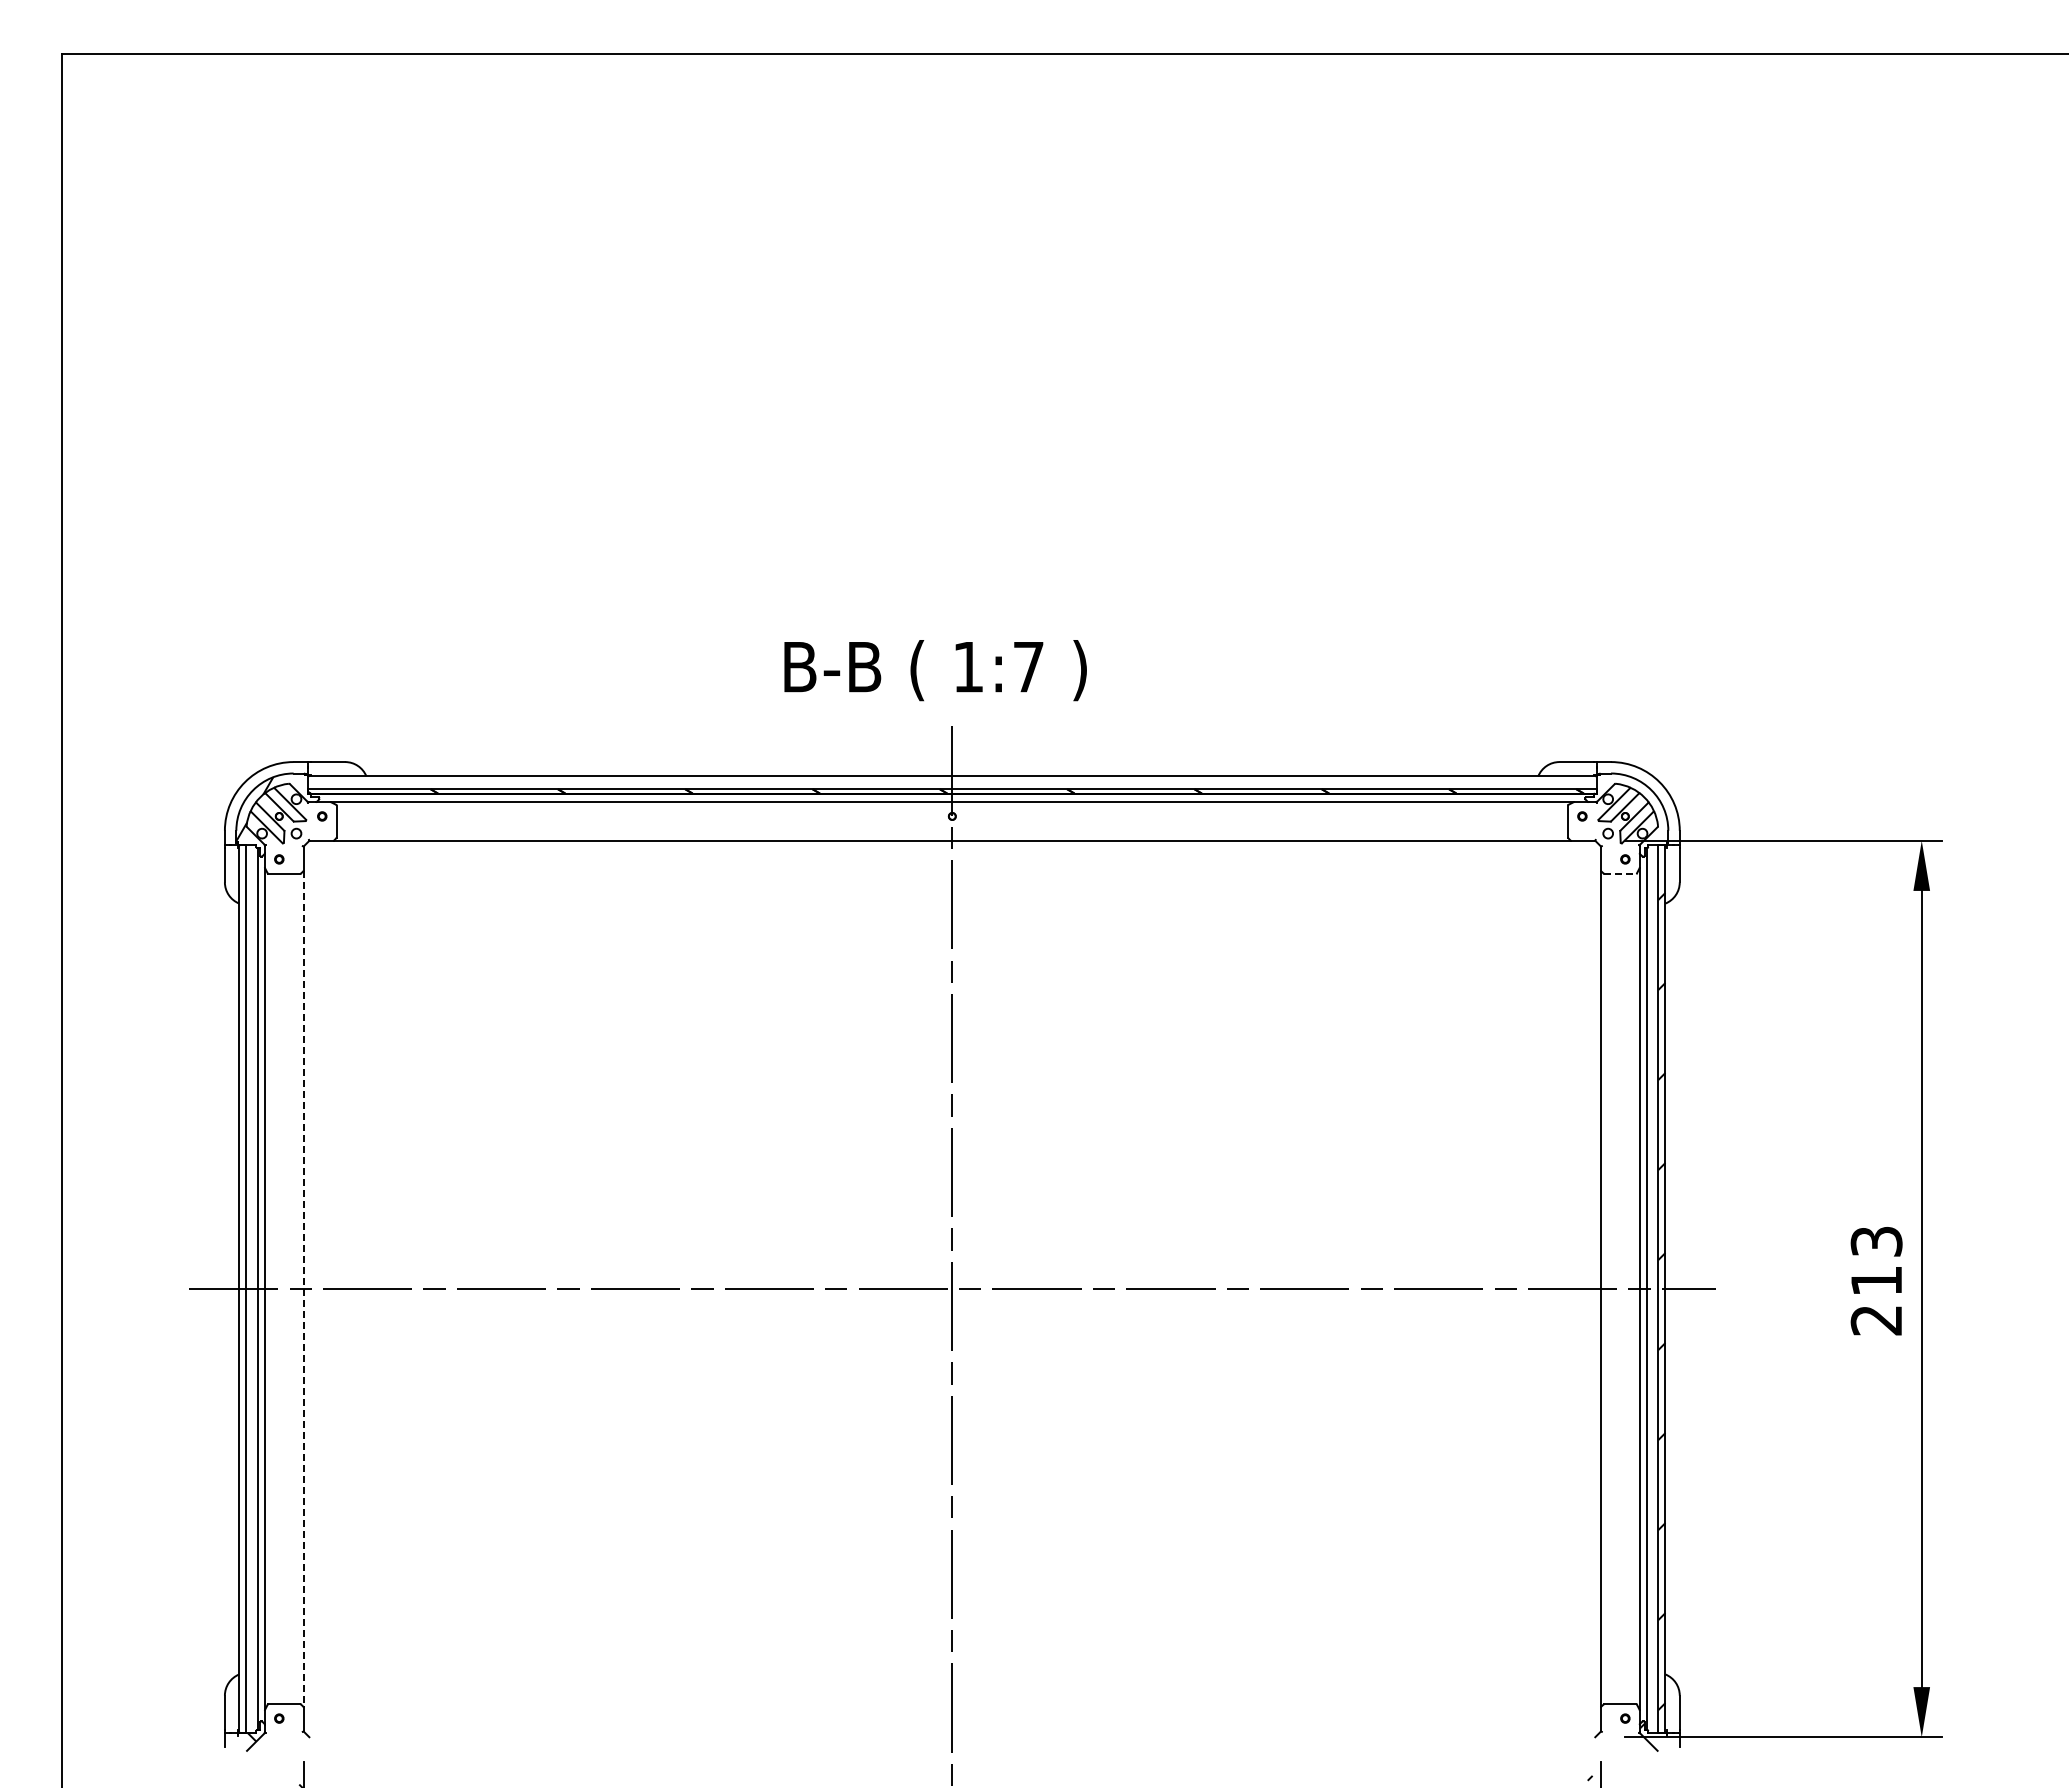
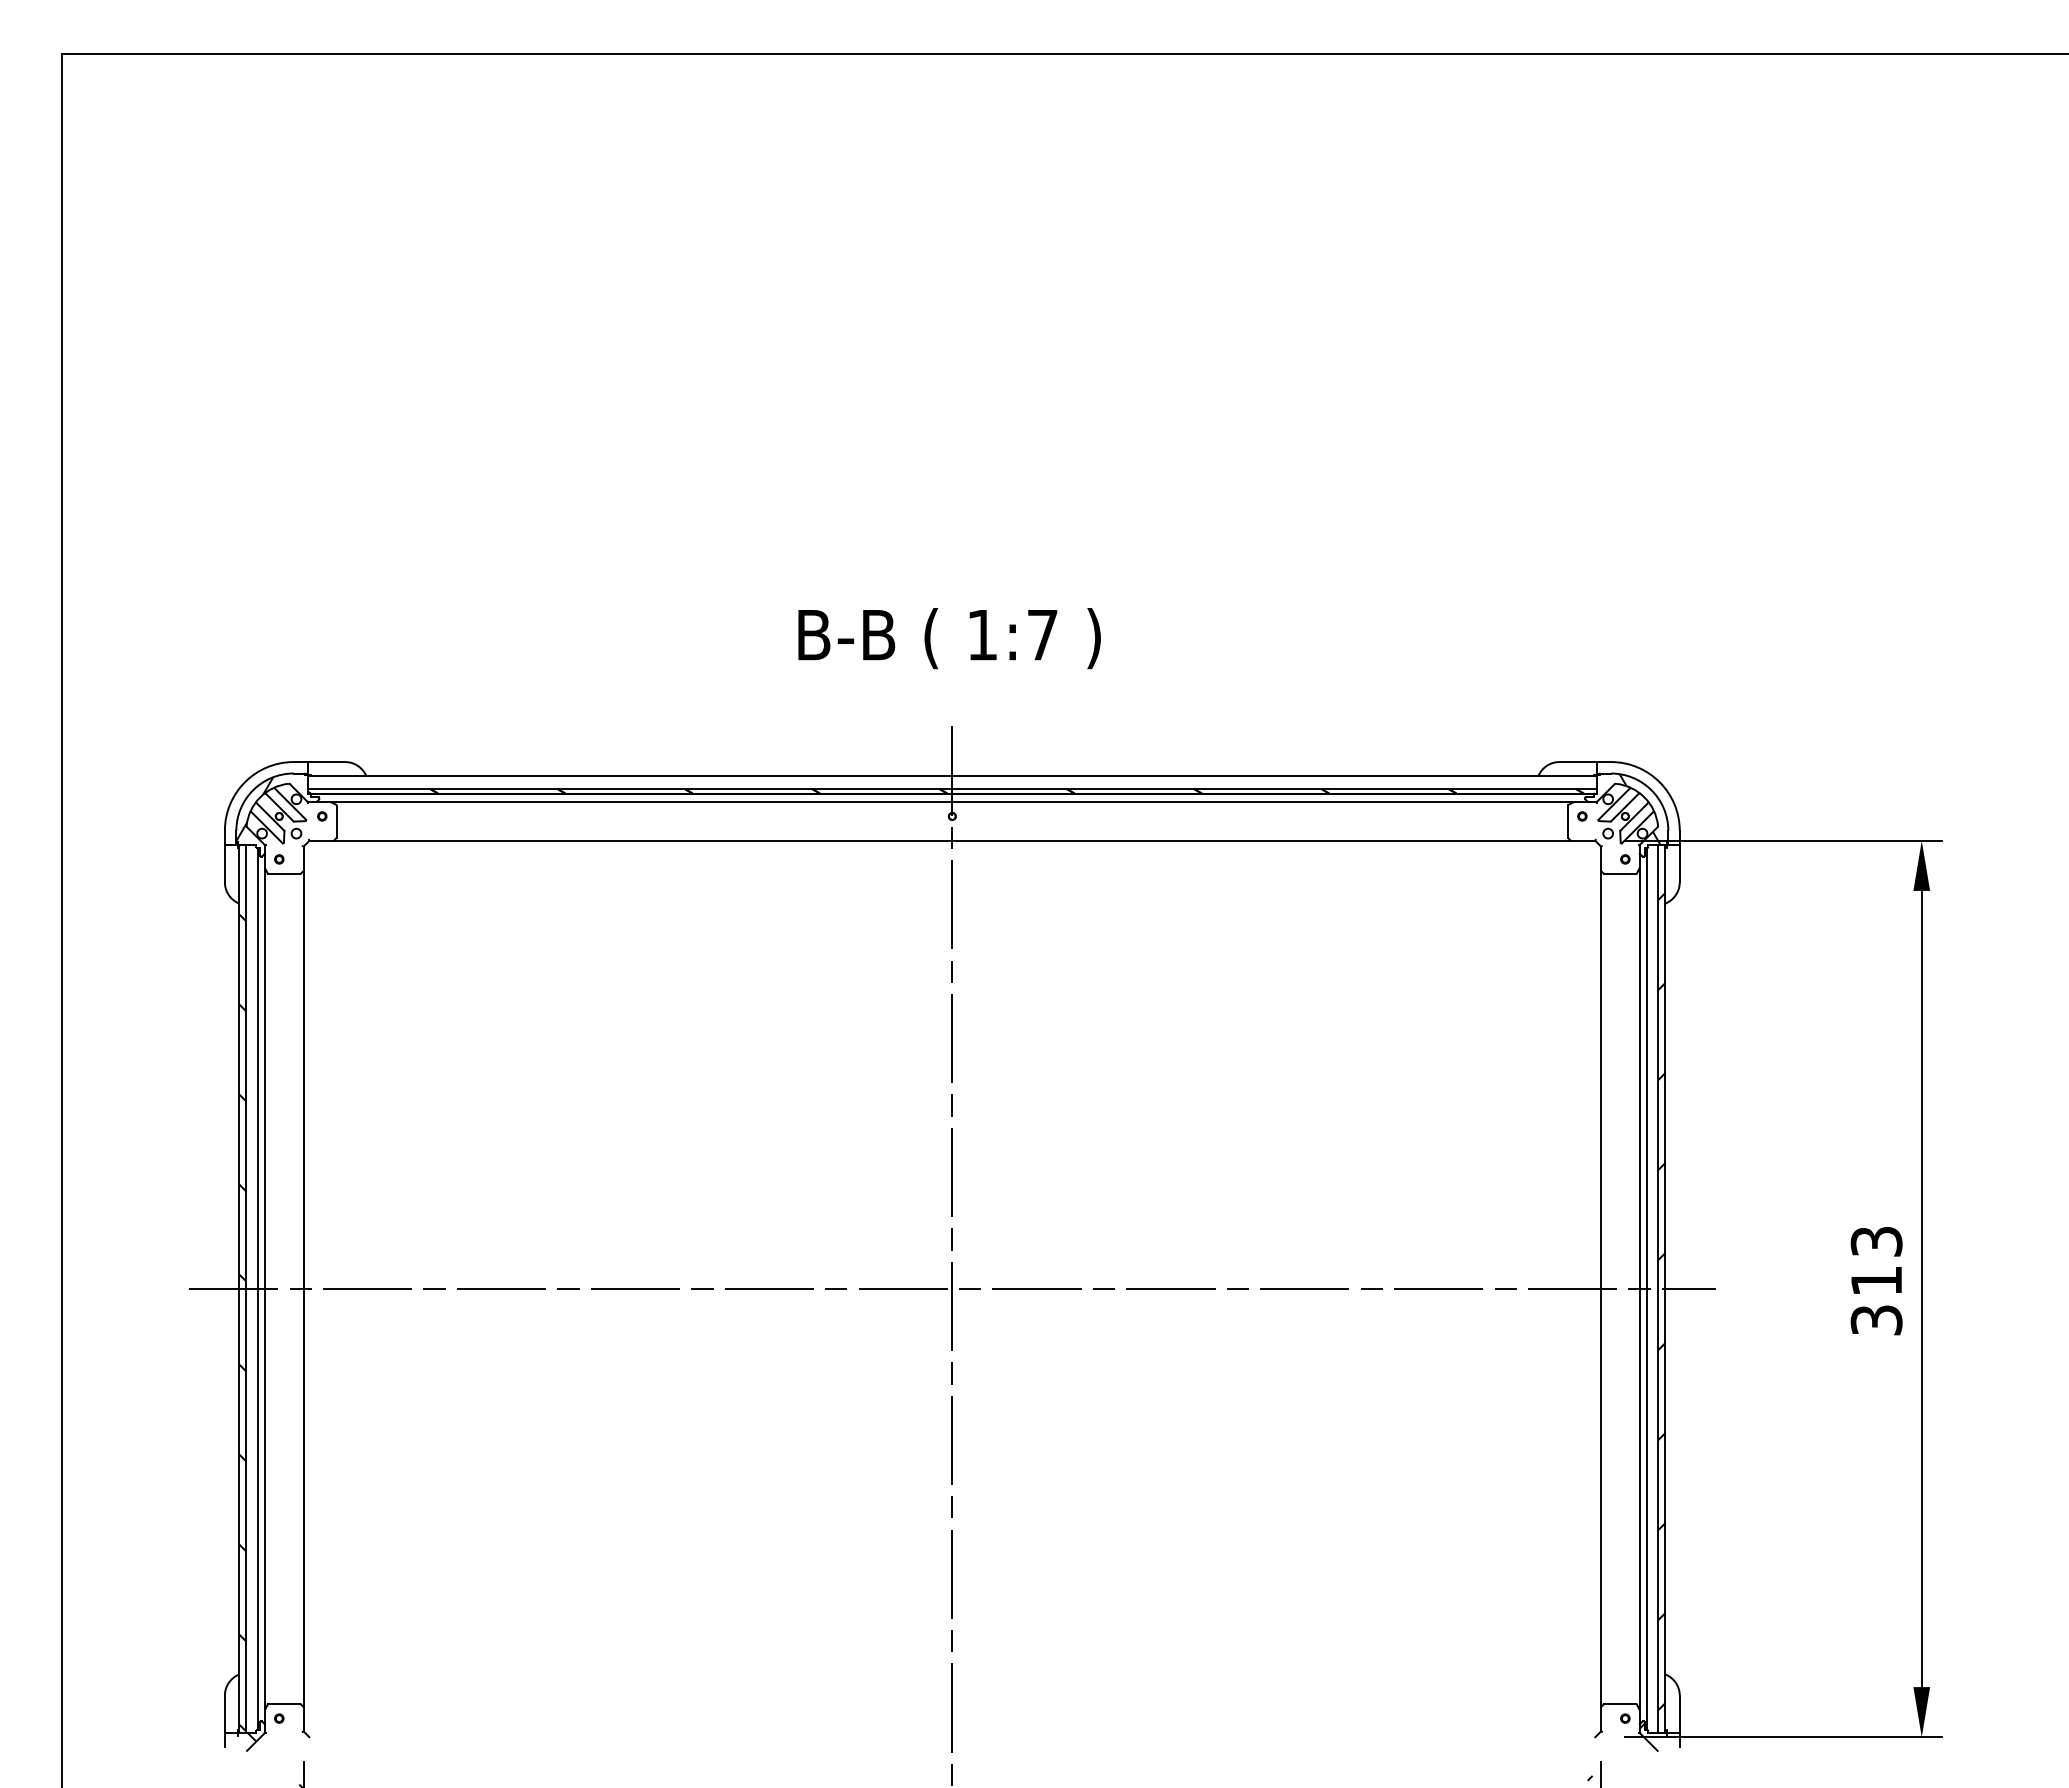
text at (935, 670) position: (935, 670) -> (949, 638)
hatch at (1639, 809): none -> present
line at (1620, 873): dashed -> solid
line at (303, 1289): dashed -> solid
text at (1876, 1320): 213 -> 313
hatch at (242, 1322): none -> present
